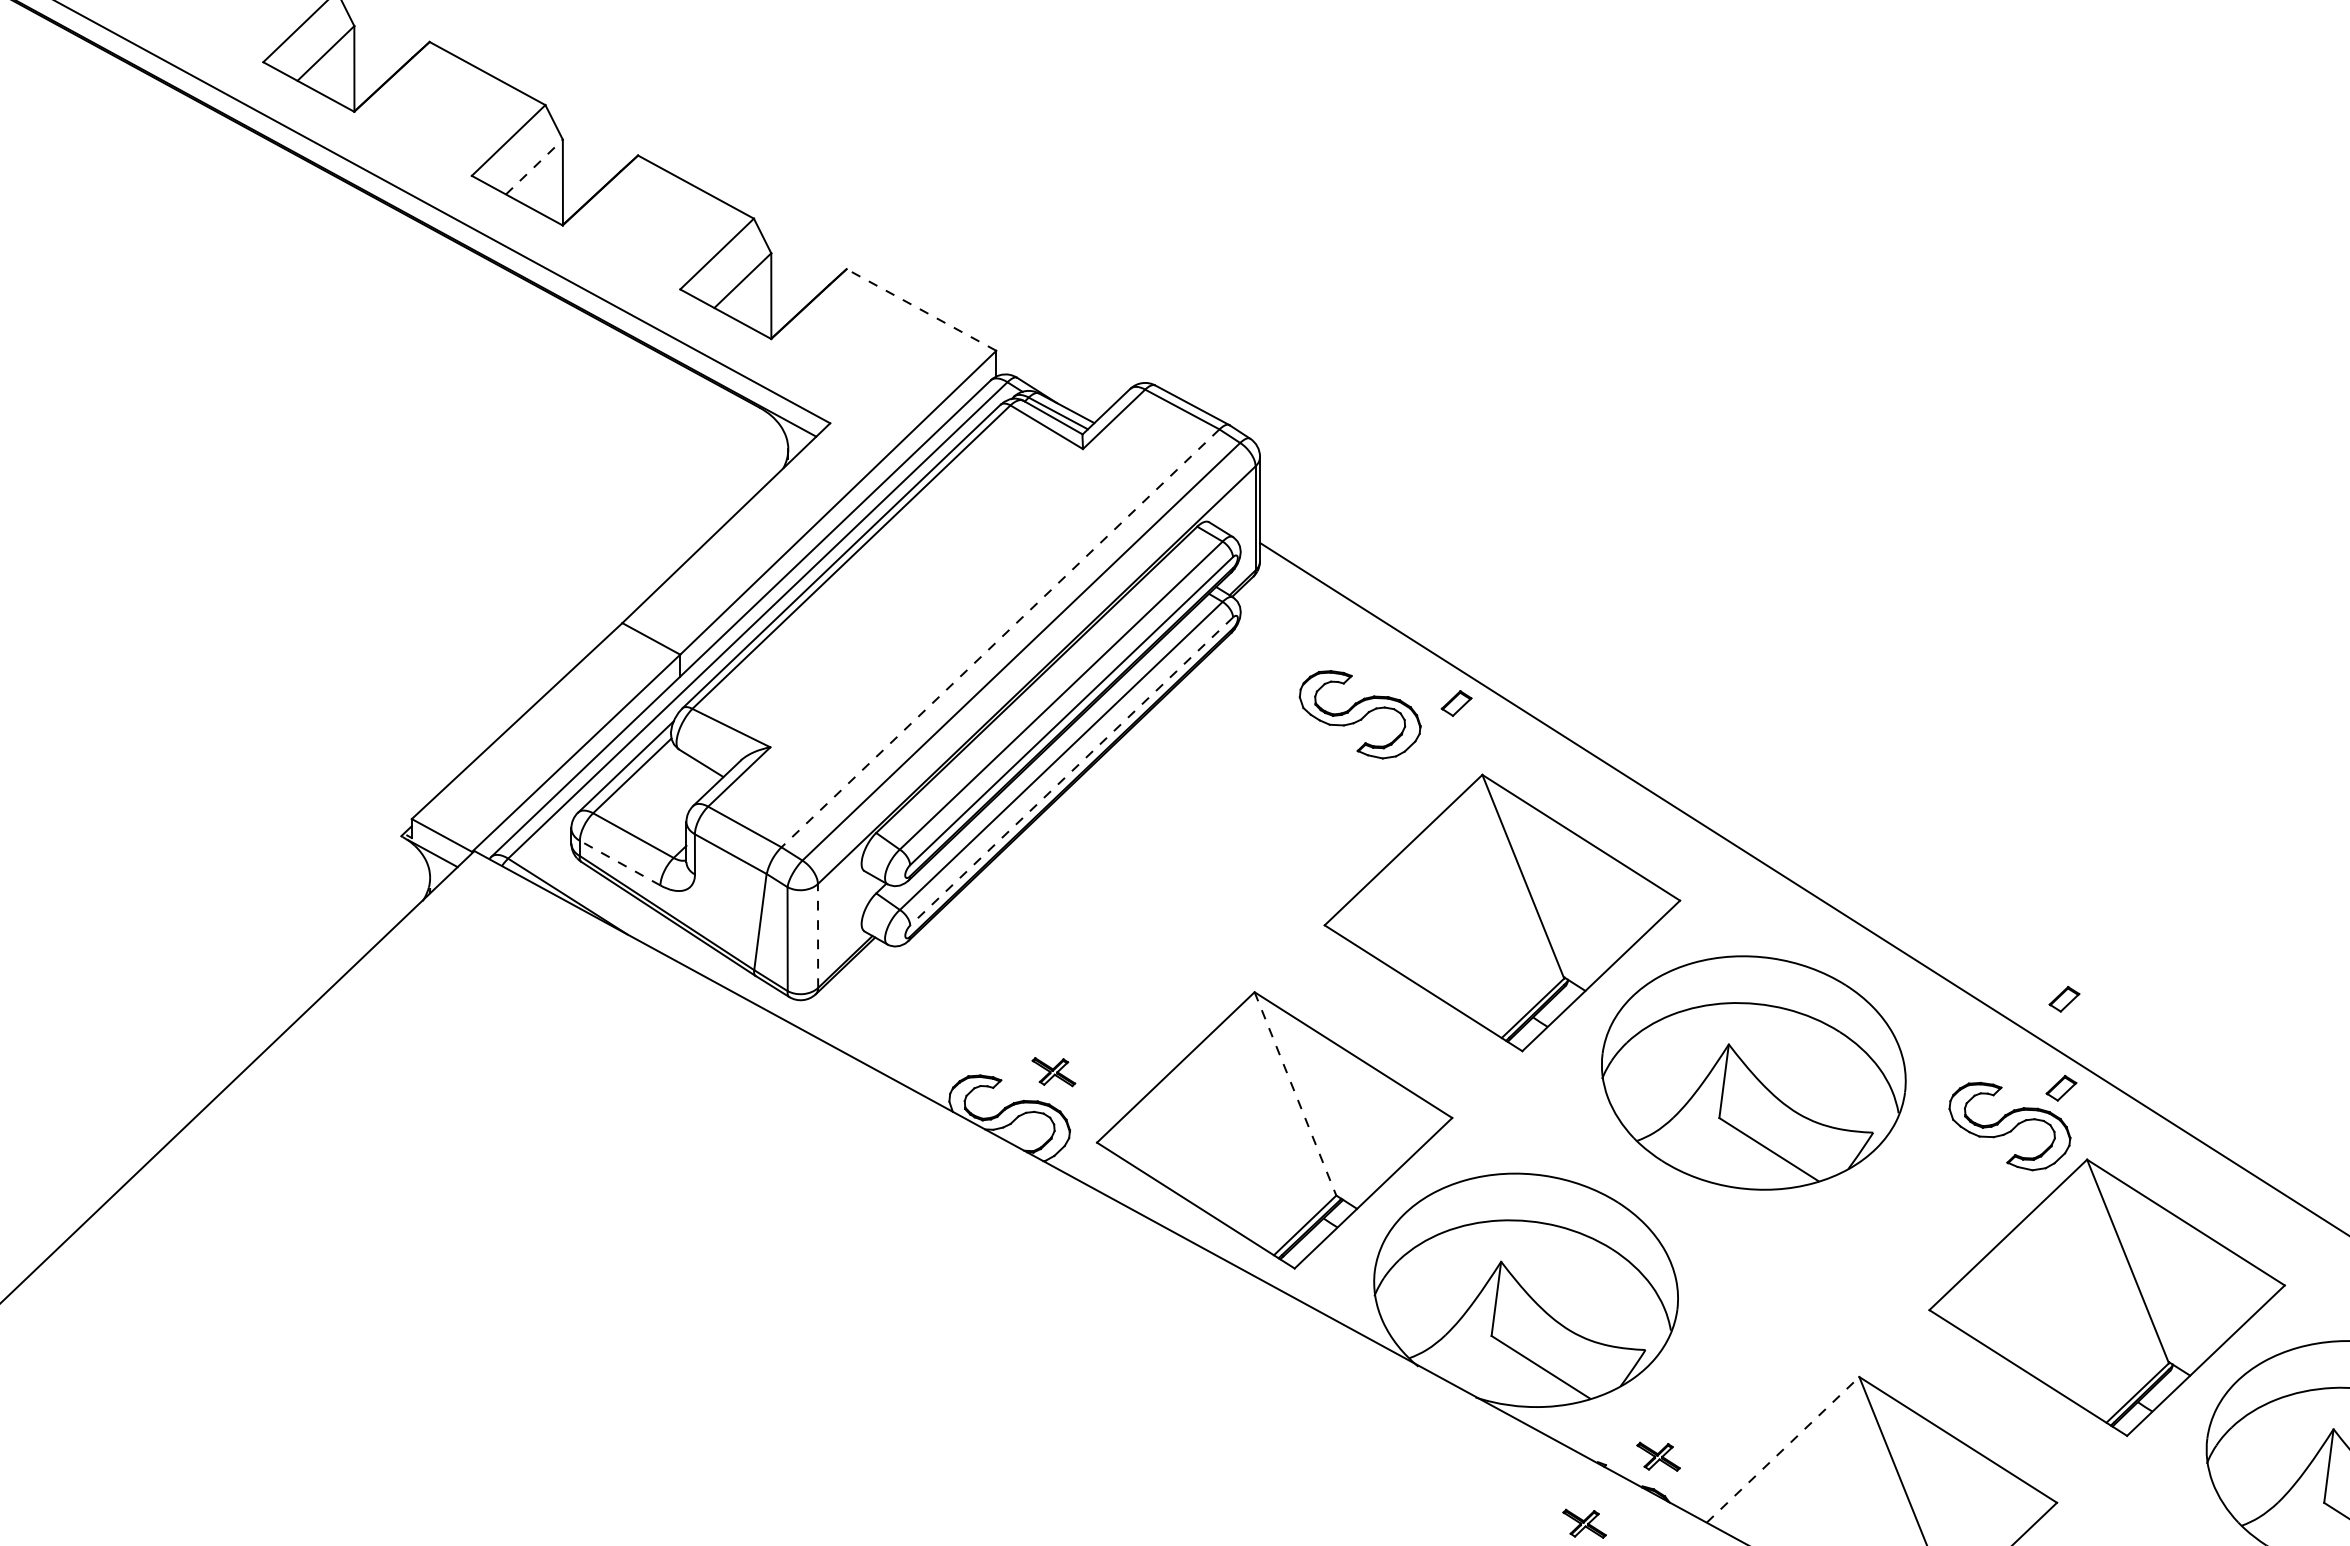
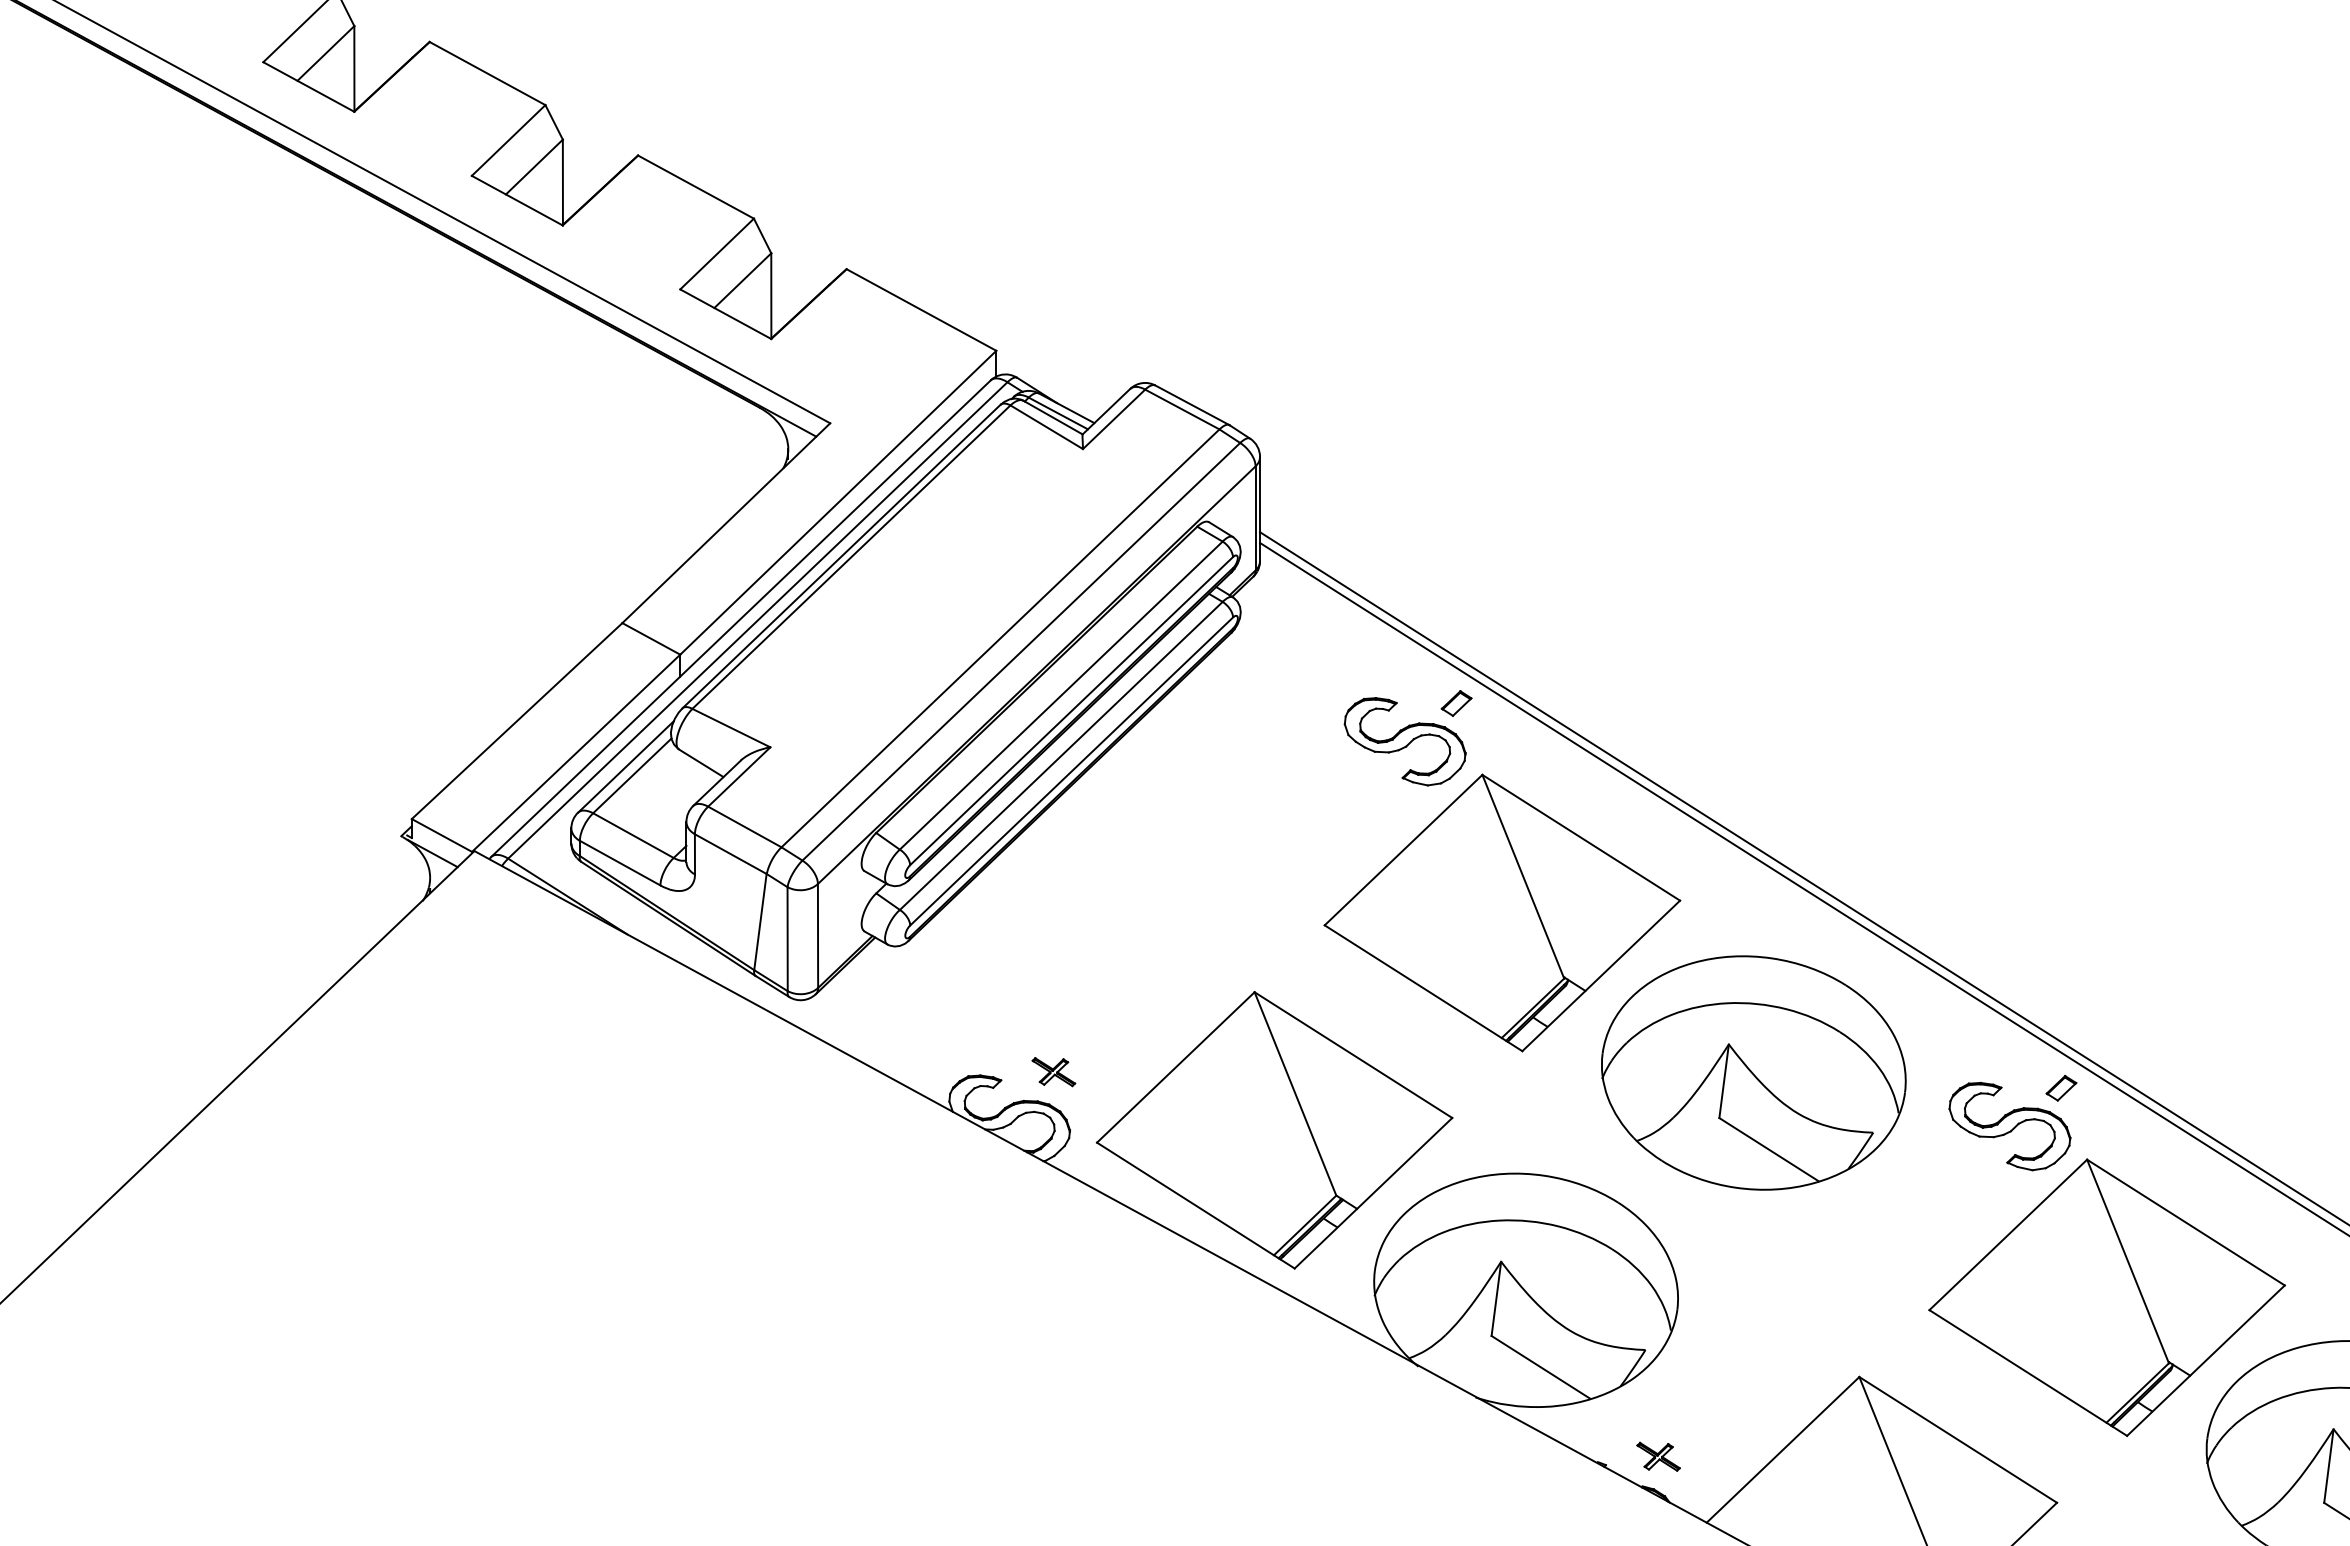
line at (534, 167): dashed -> solid
line at (921, 309): dashed -> solid
line at (1000, 638): dashed -> solid
part at (1359, 714) position: (1359, 714) -> (1404, 741)
line at (1071, 771): dashed -> solid
line at (619, 862): dashed -> solid
line at (1803, 877): none -> present
line at (818, 935): dashed -> solid
part at (2064, 999): present -> none
line at (1295, 1093): dashed -> solid
line at (1783, 1449): dashed -> solid
part at (1584, 1523): present -> none
